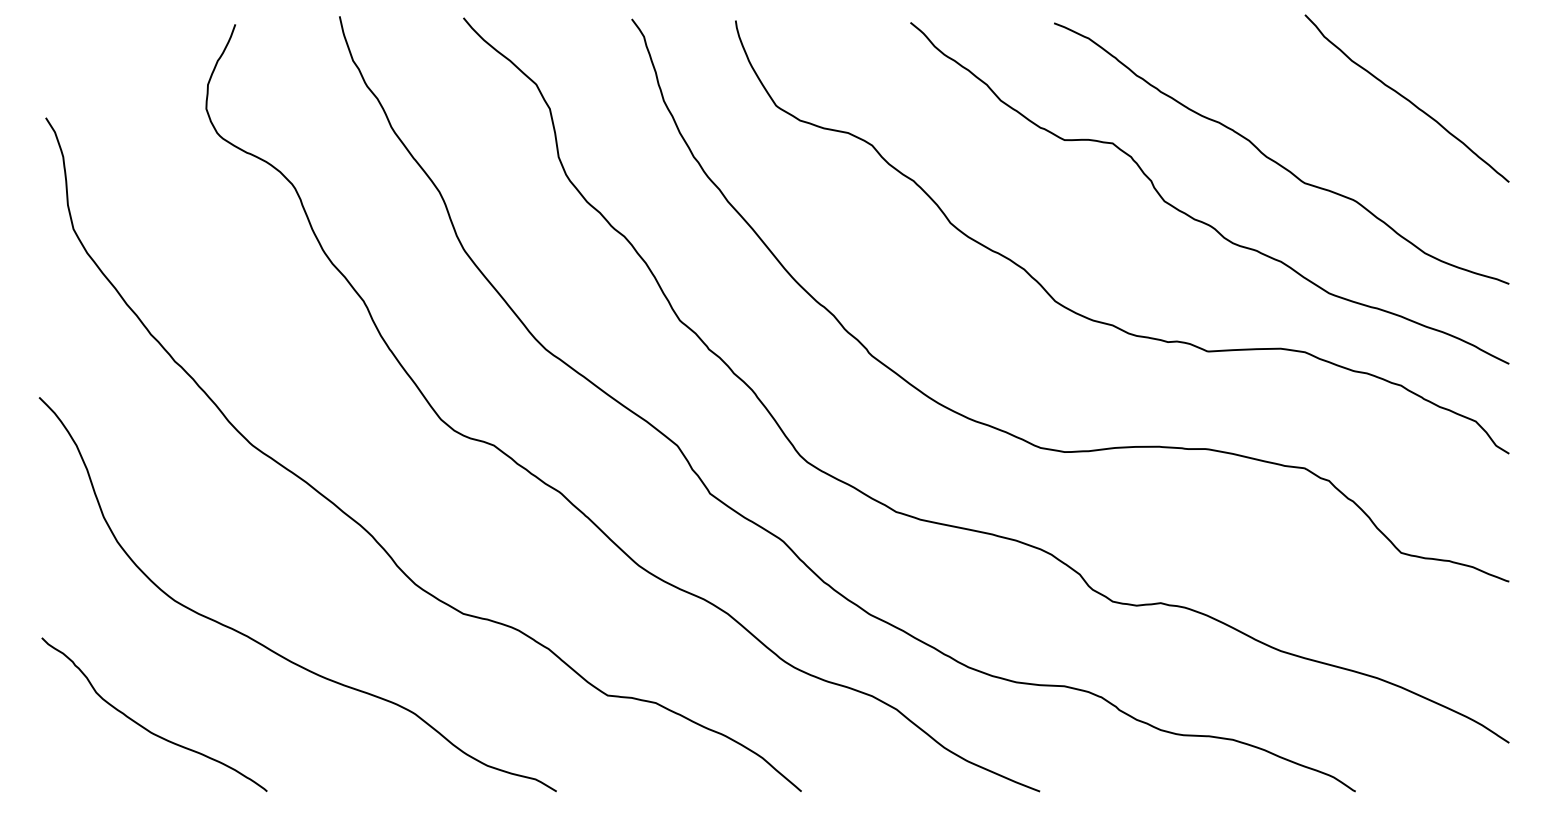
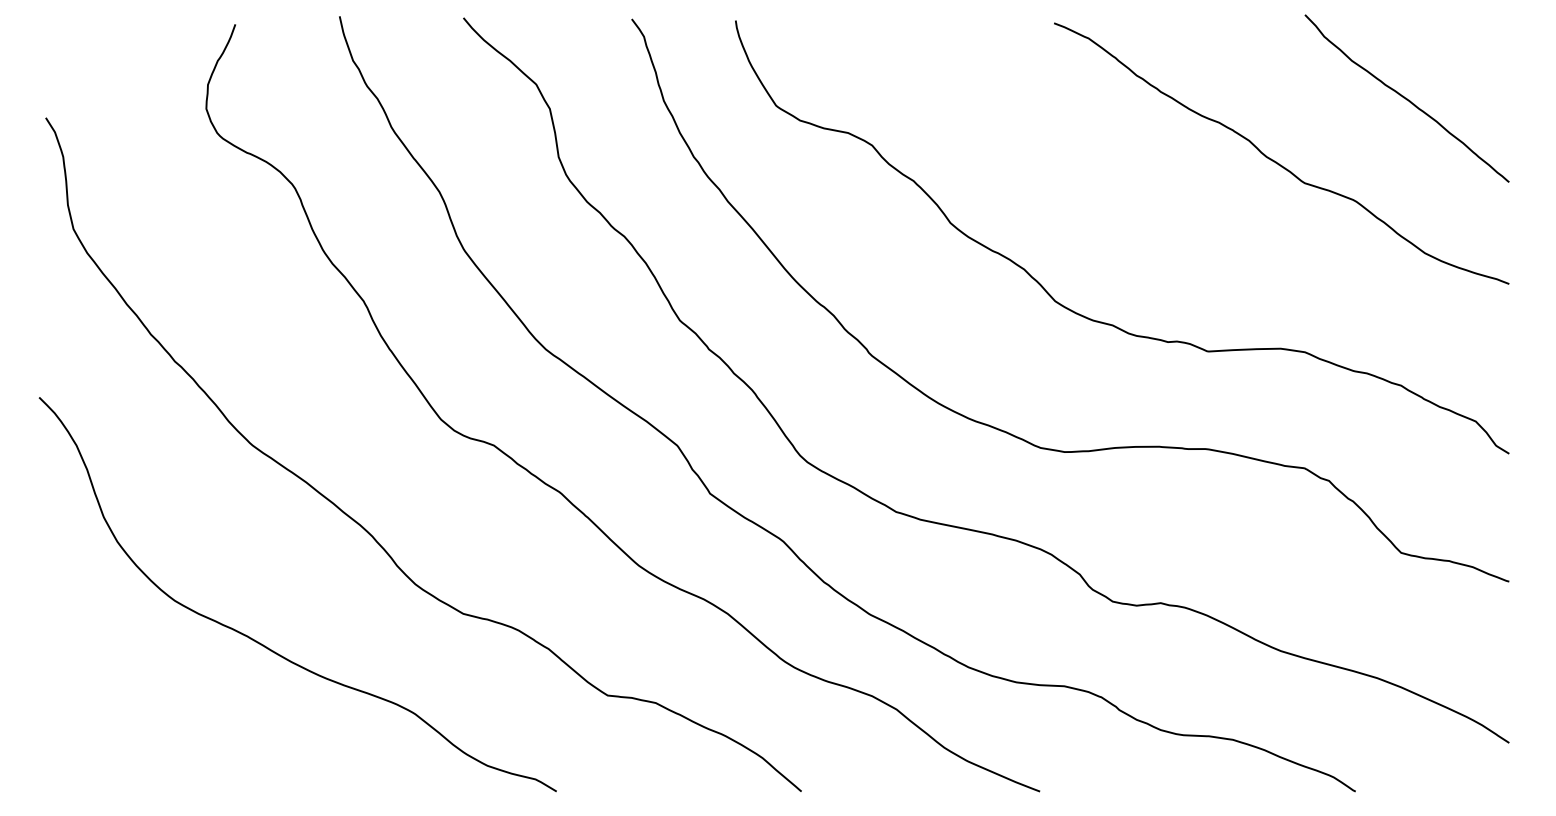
curve at (1198, 219): present -> none
curve at (145, 727): present -> none
